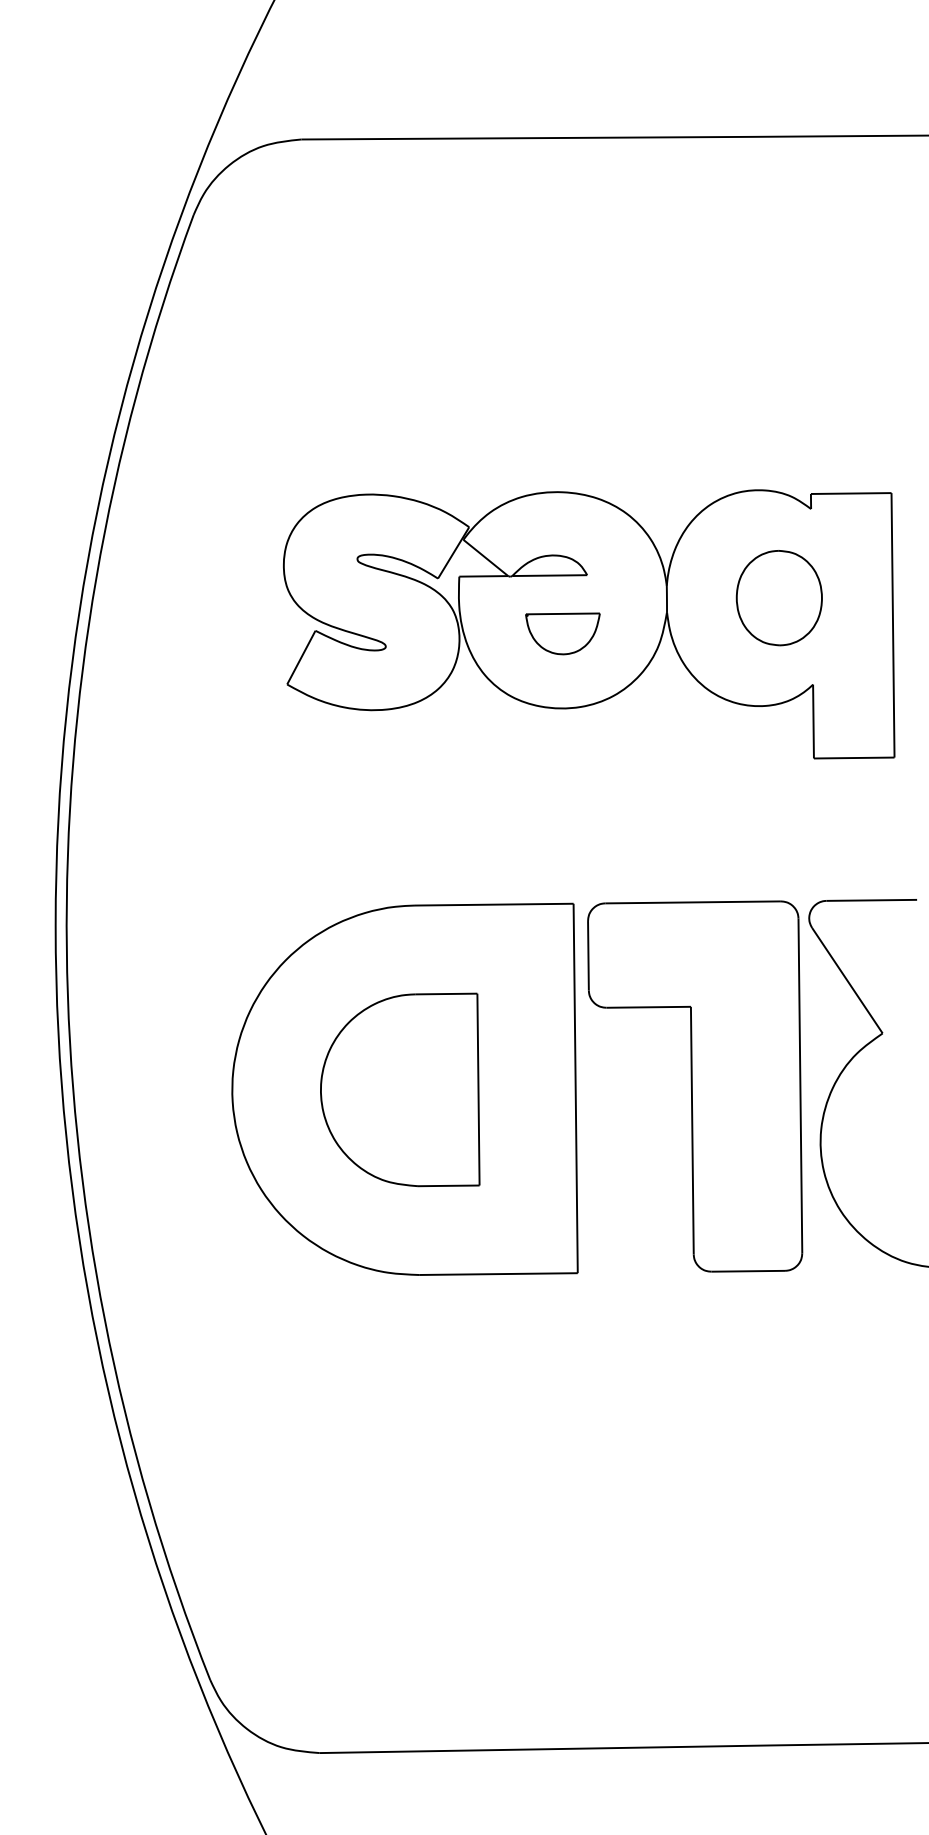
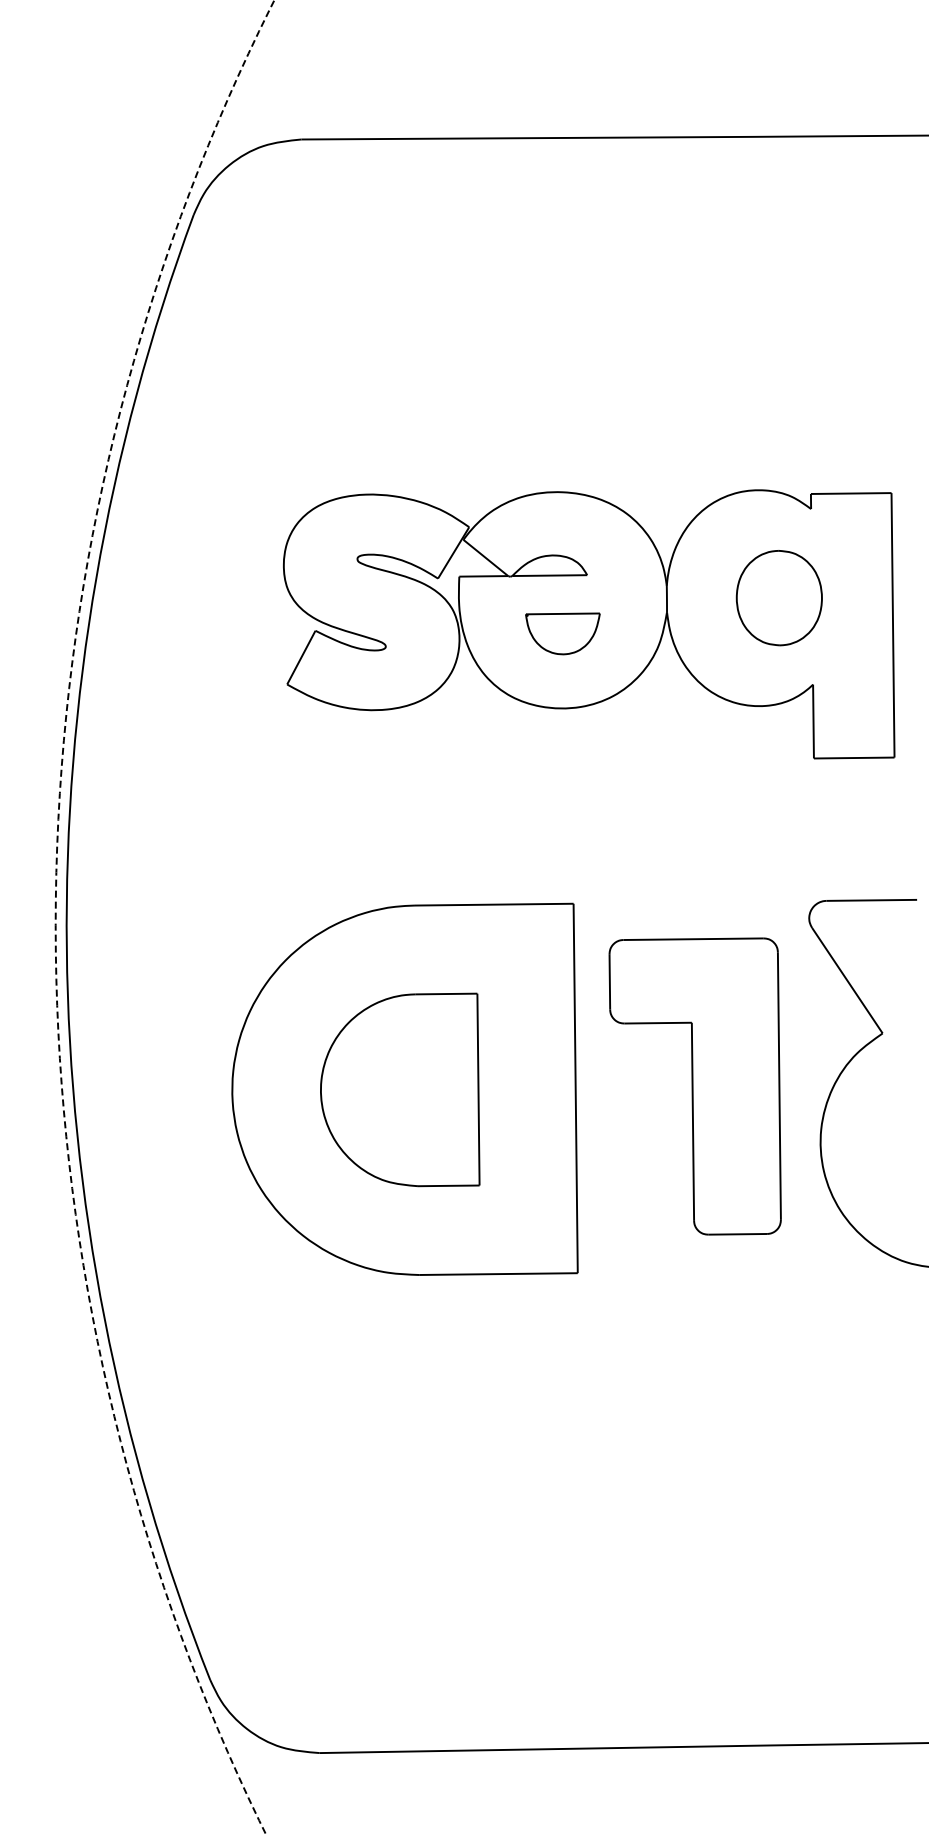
circle at (164, 917): solid -> dashed
part at (695, 1086) size: 217x373 px -> 174x299 px
